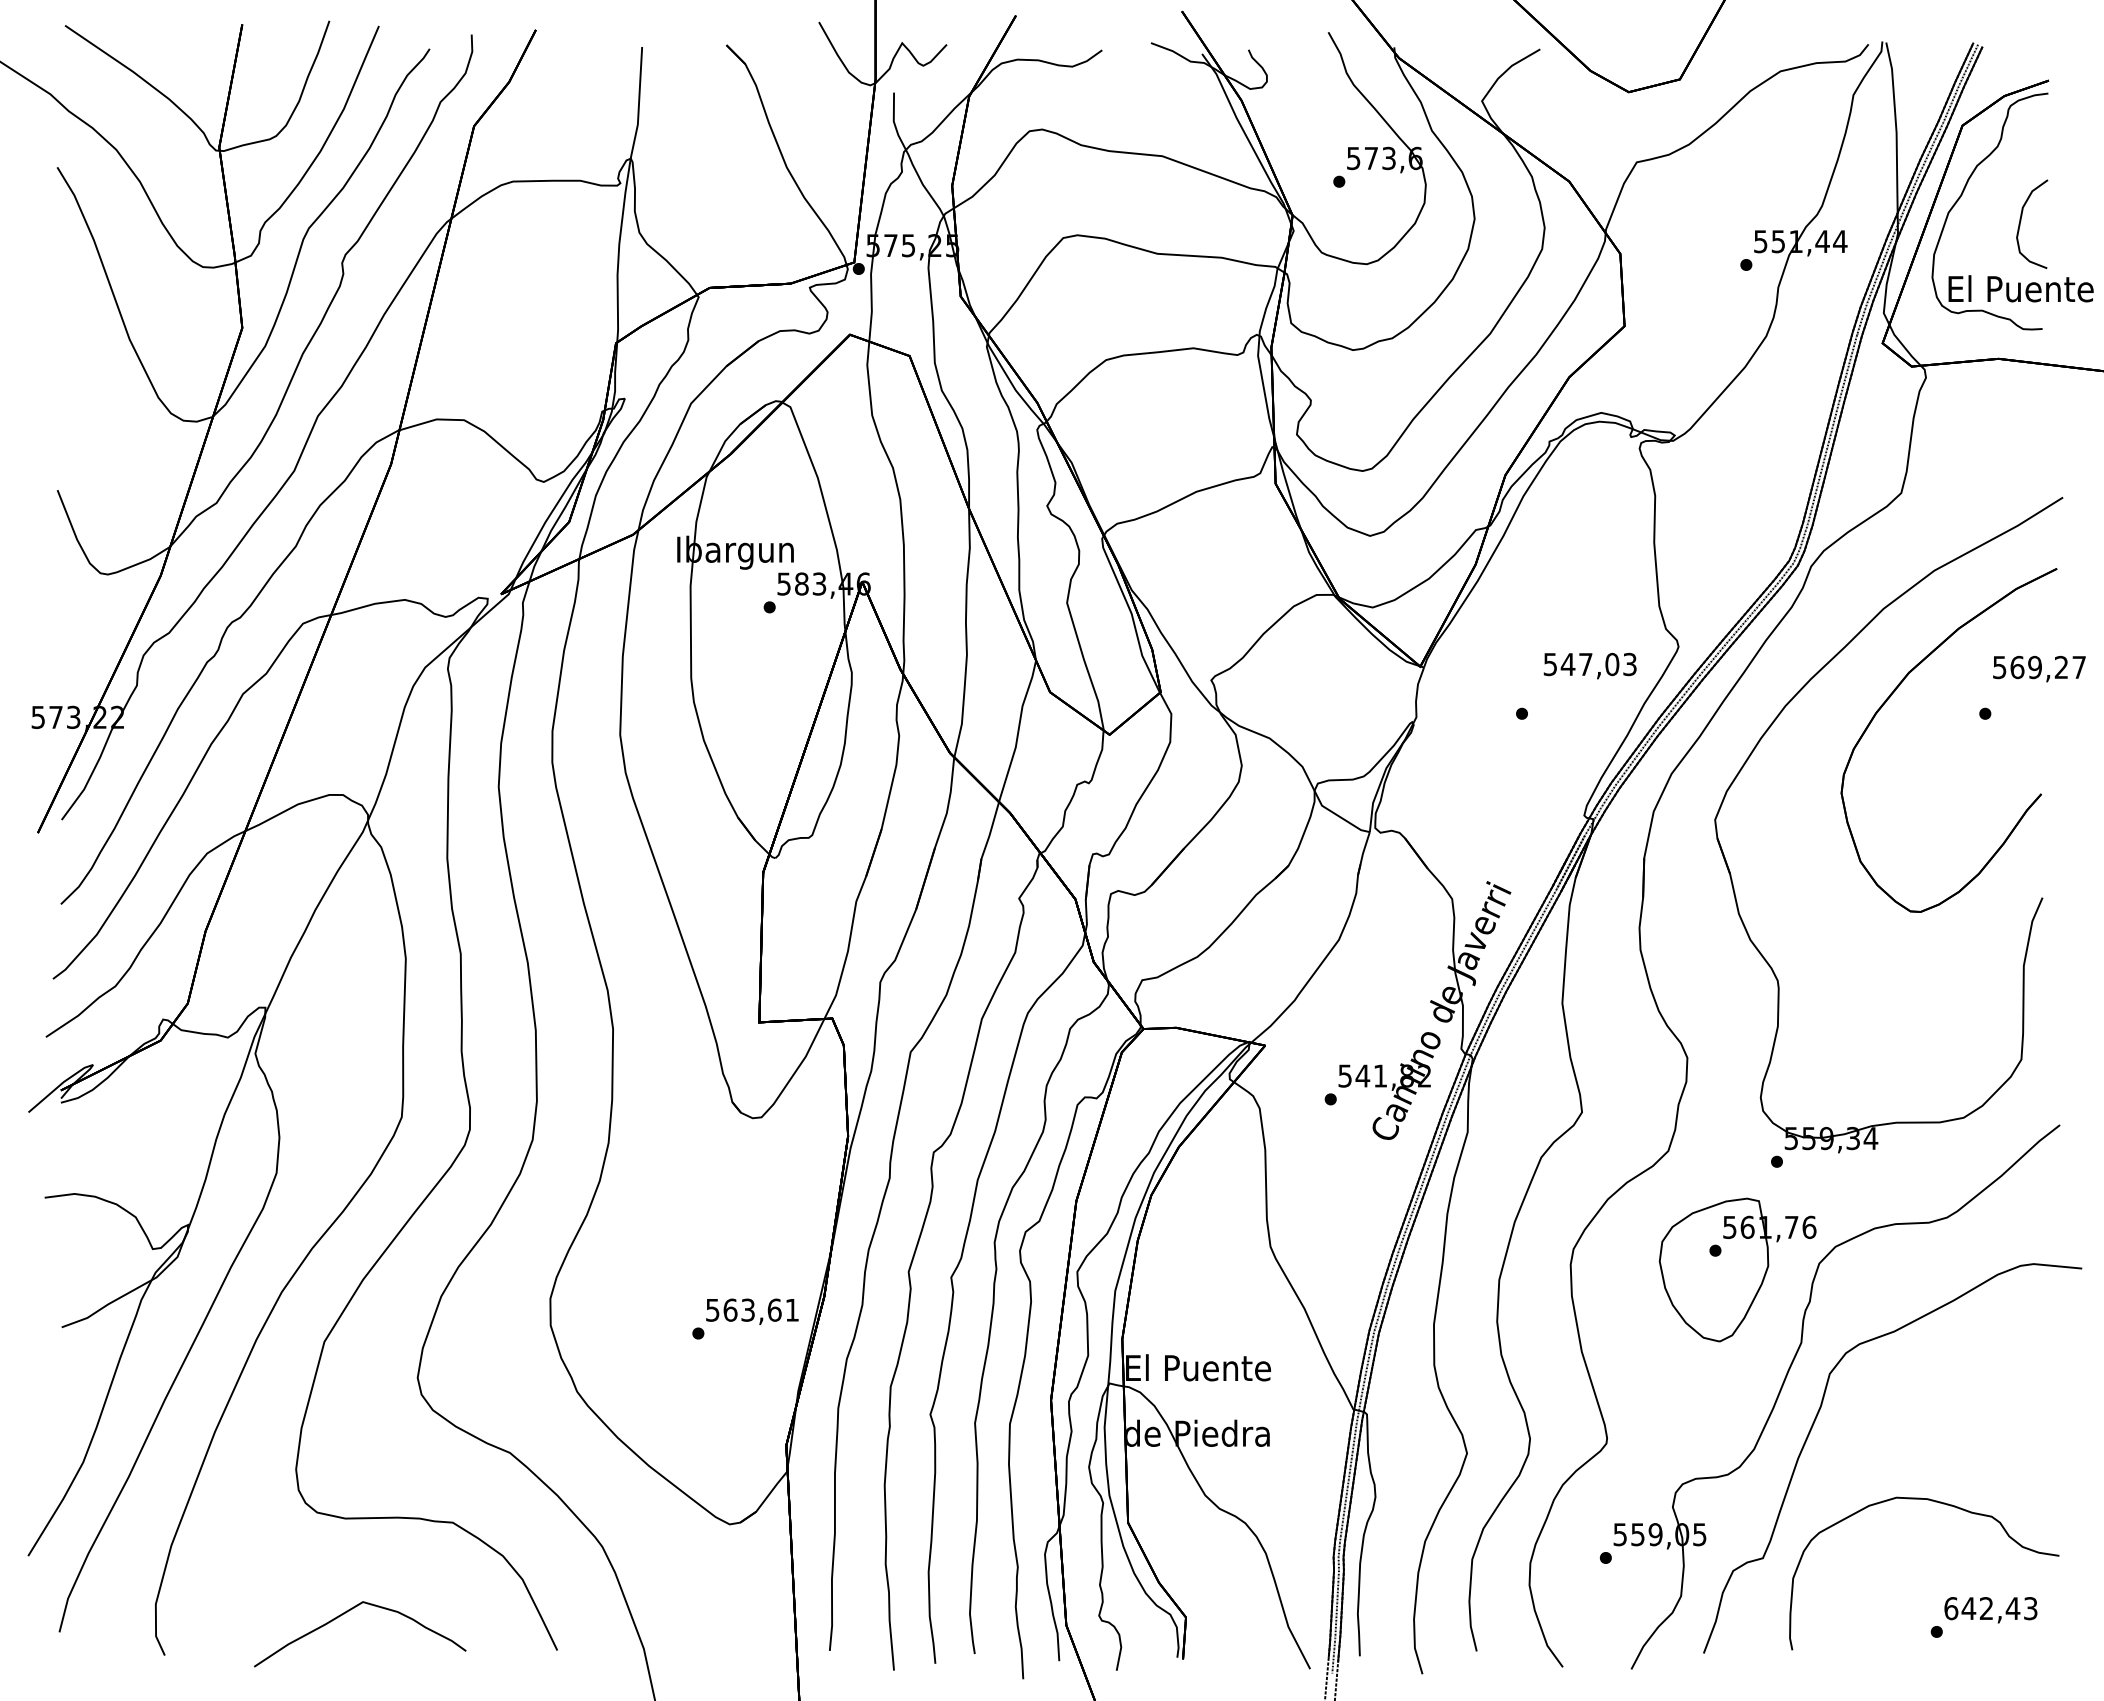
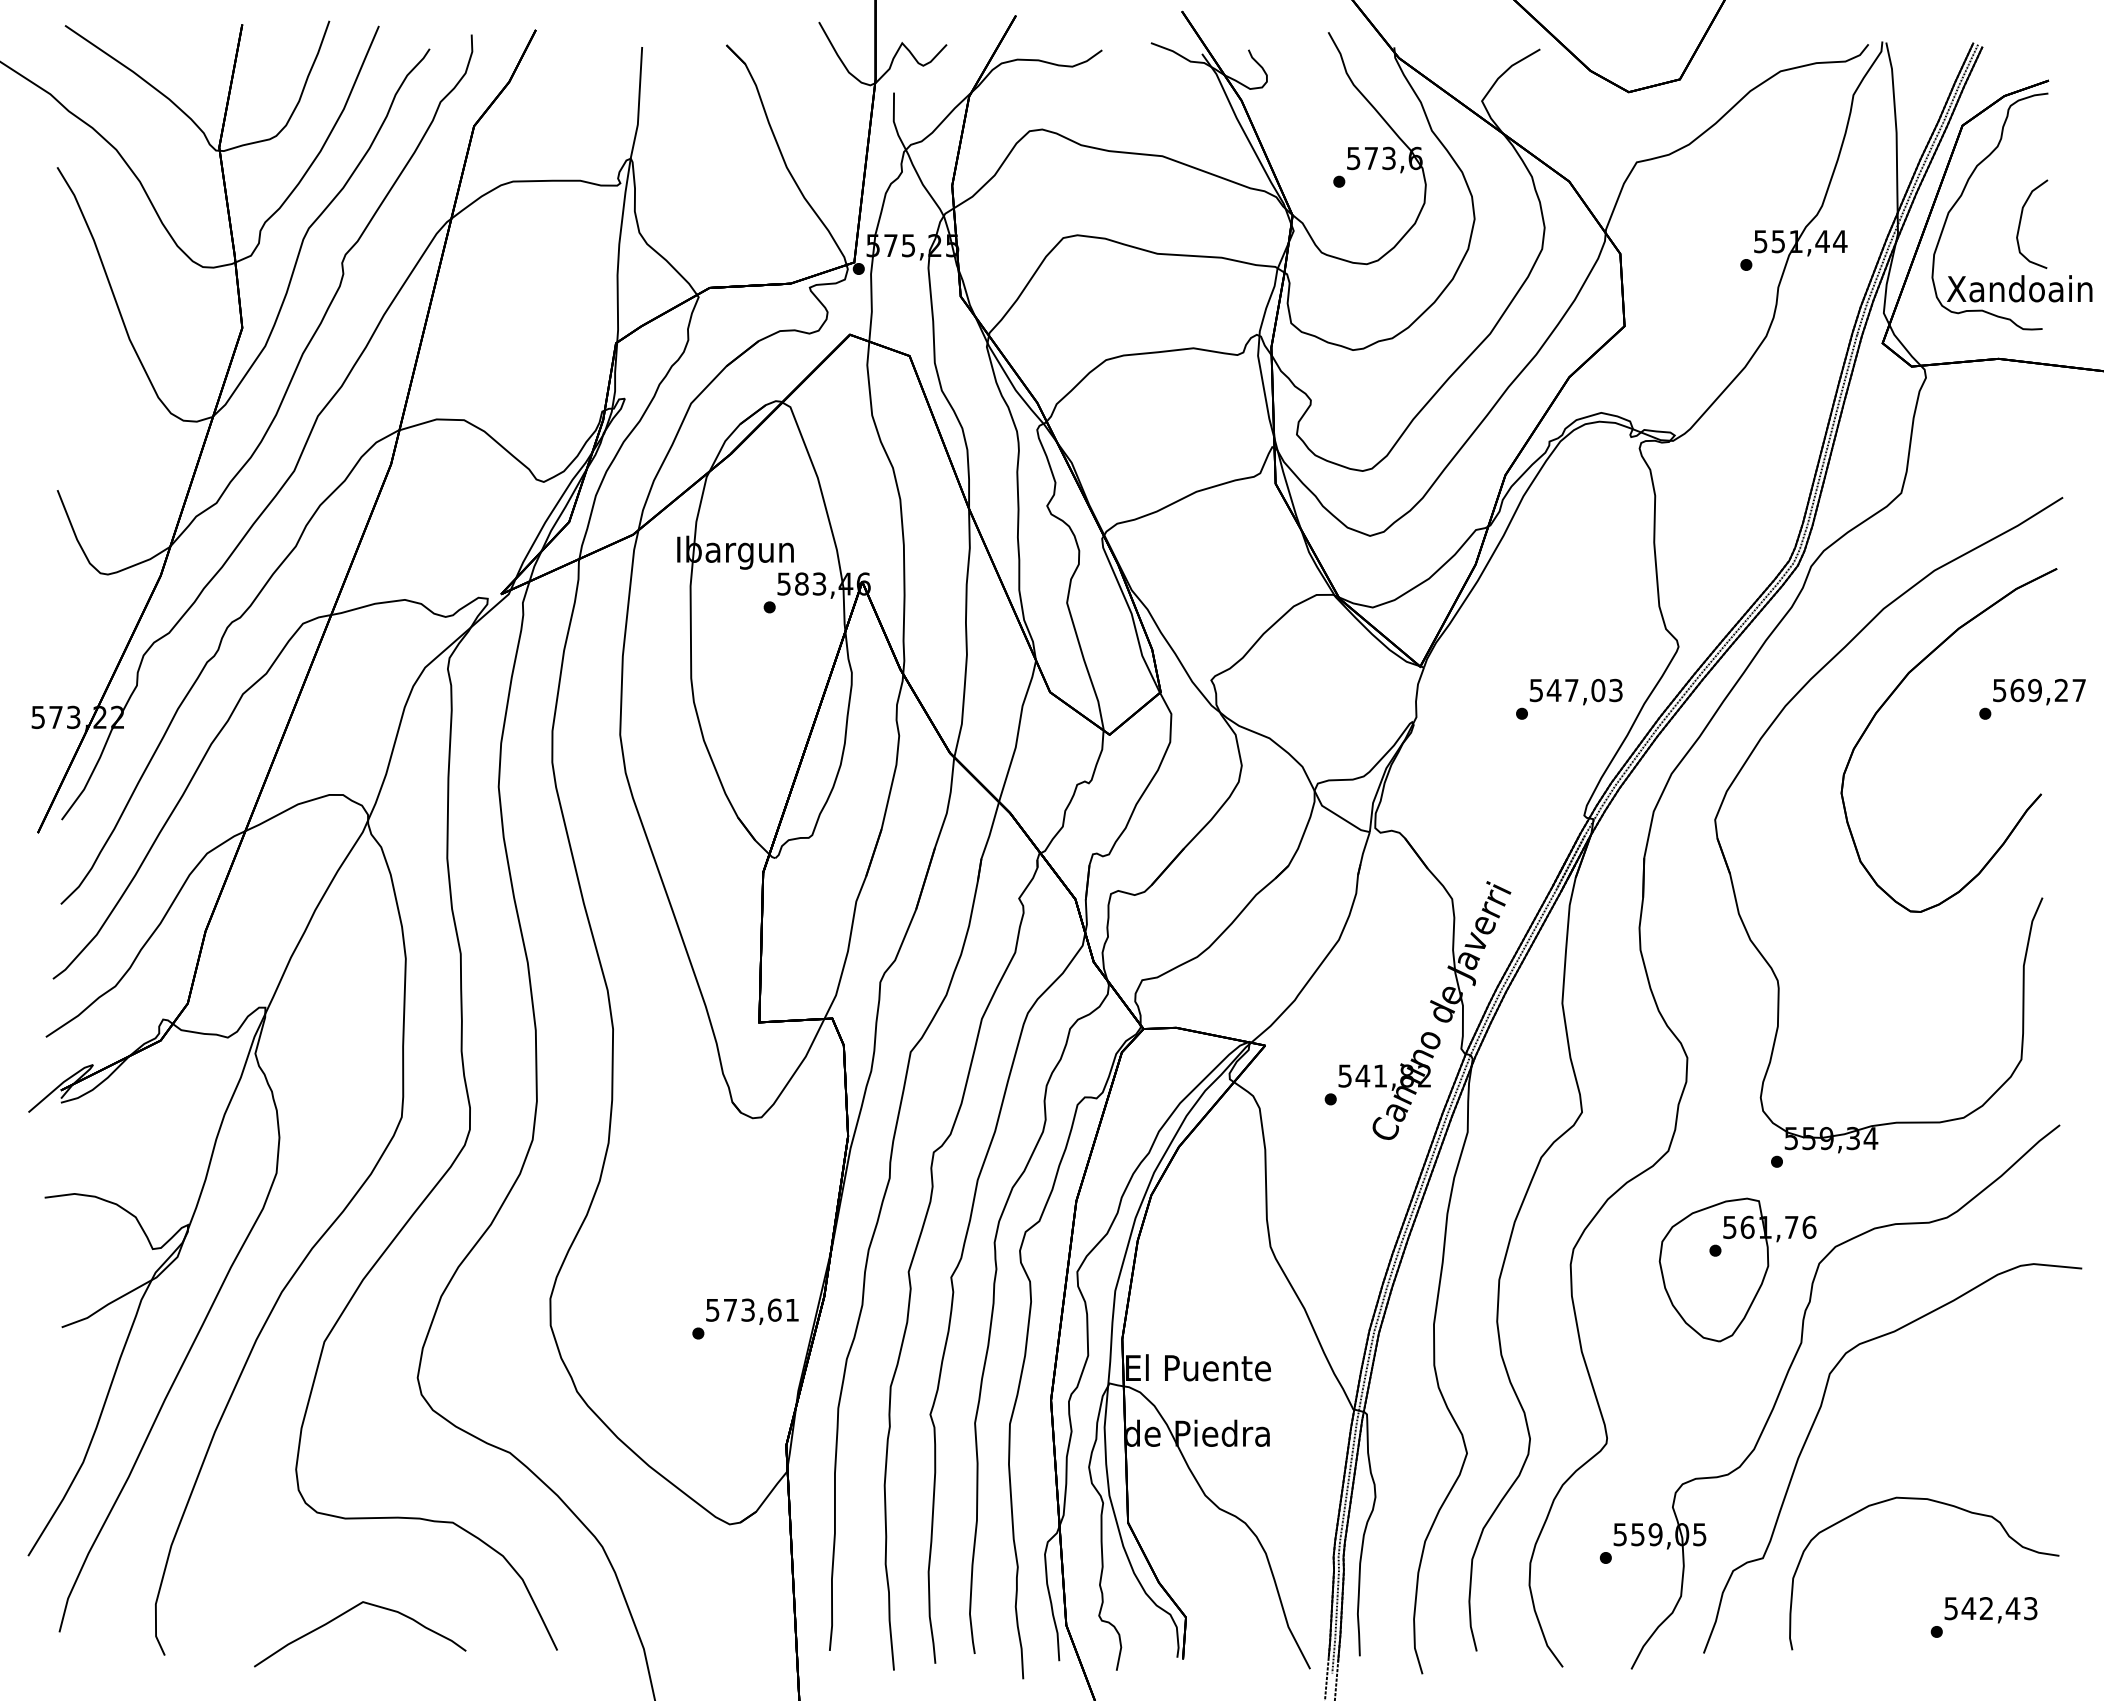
text at (2020, 288): El Puente -> Xandoain
text at (1589, 665) position: (1589, 665) -> (1575, 691)
text at (2039, 668) position: (2039, 668) -> (2039, 691)
text at (730, 1309): 563,61 -> 573,61
text at (1951, 1608): 642,43 -> 542,43
